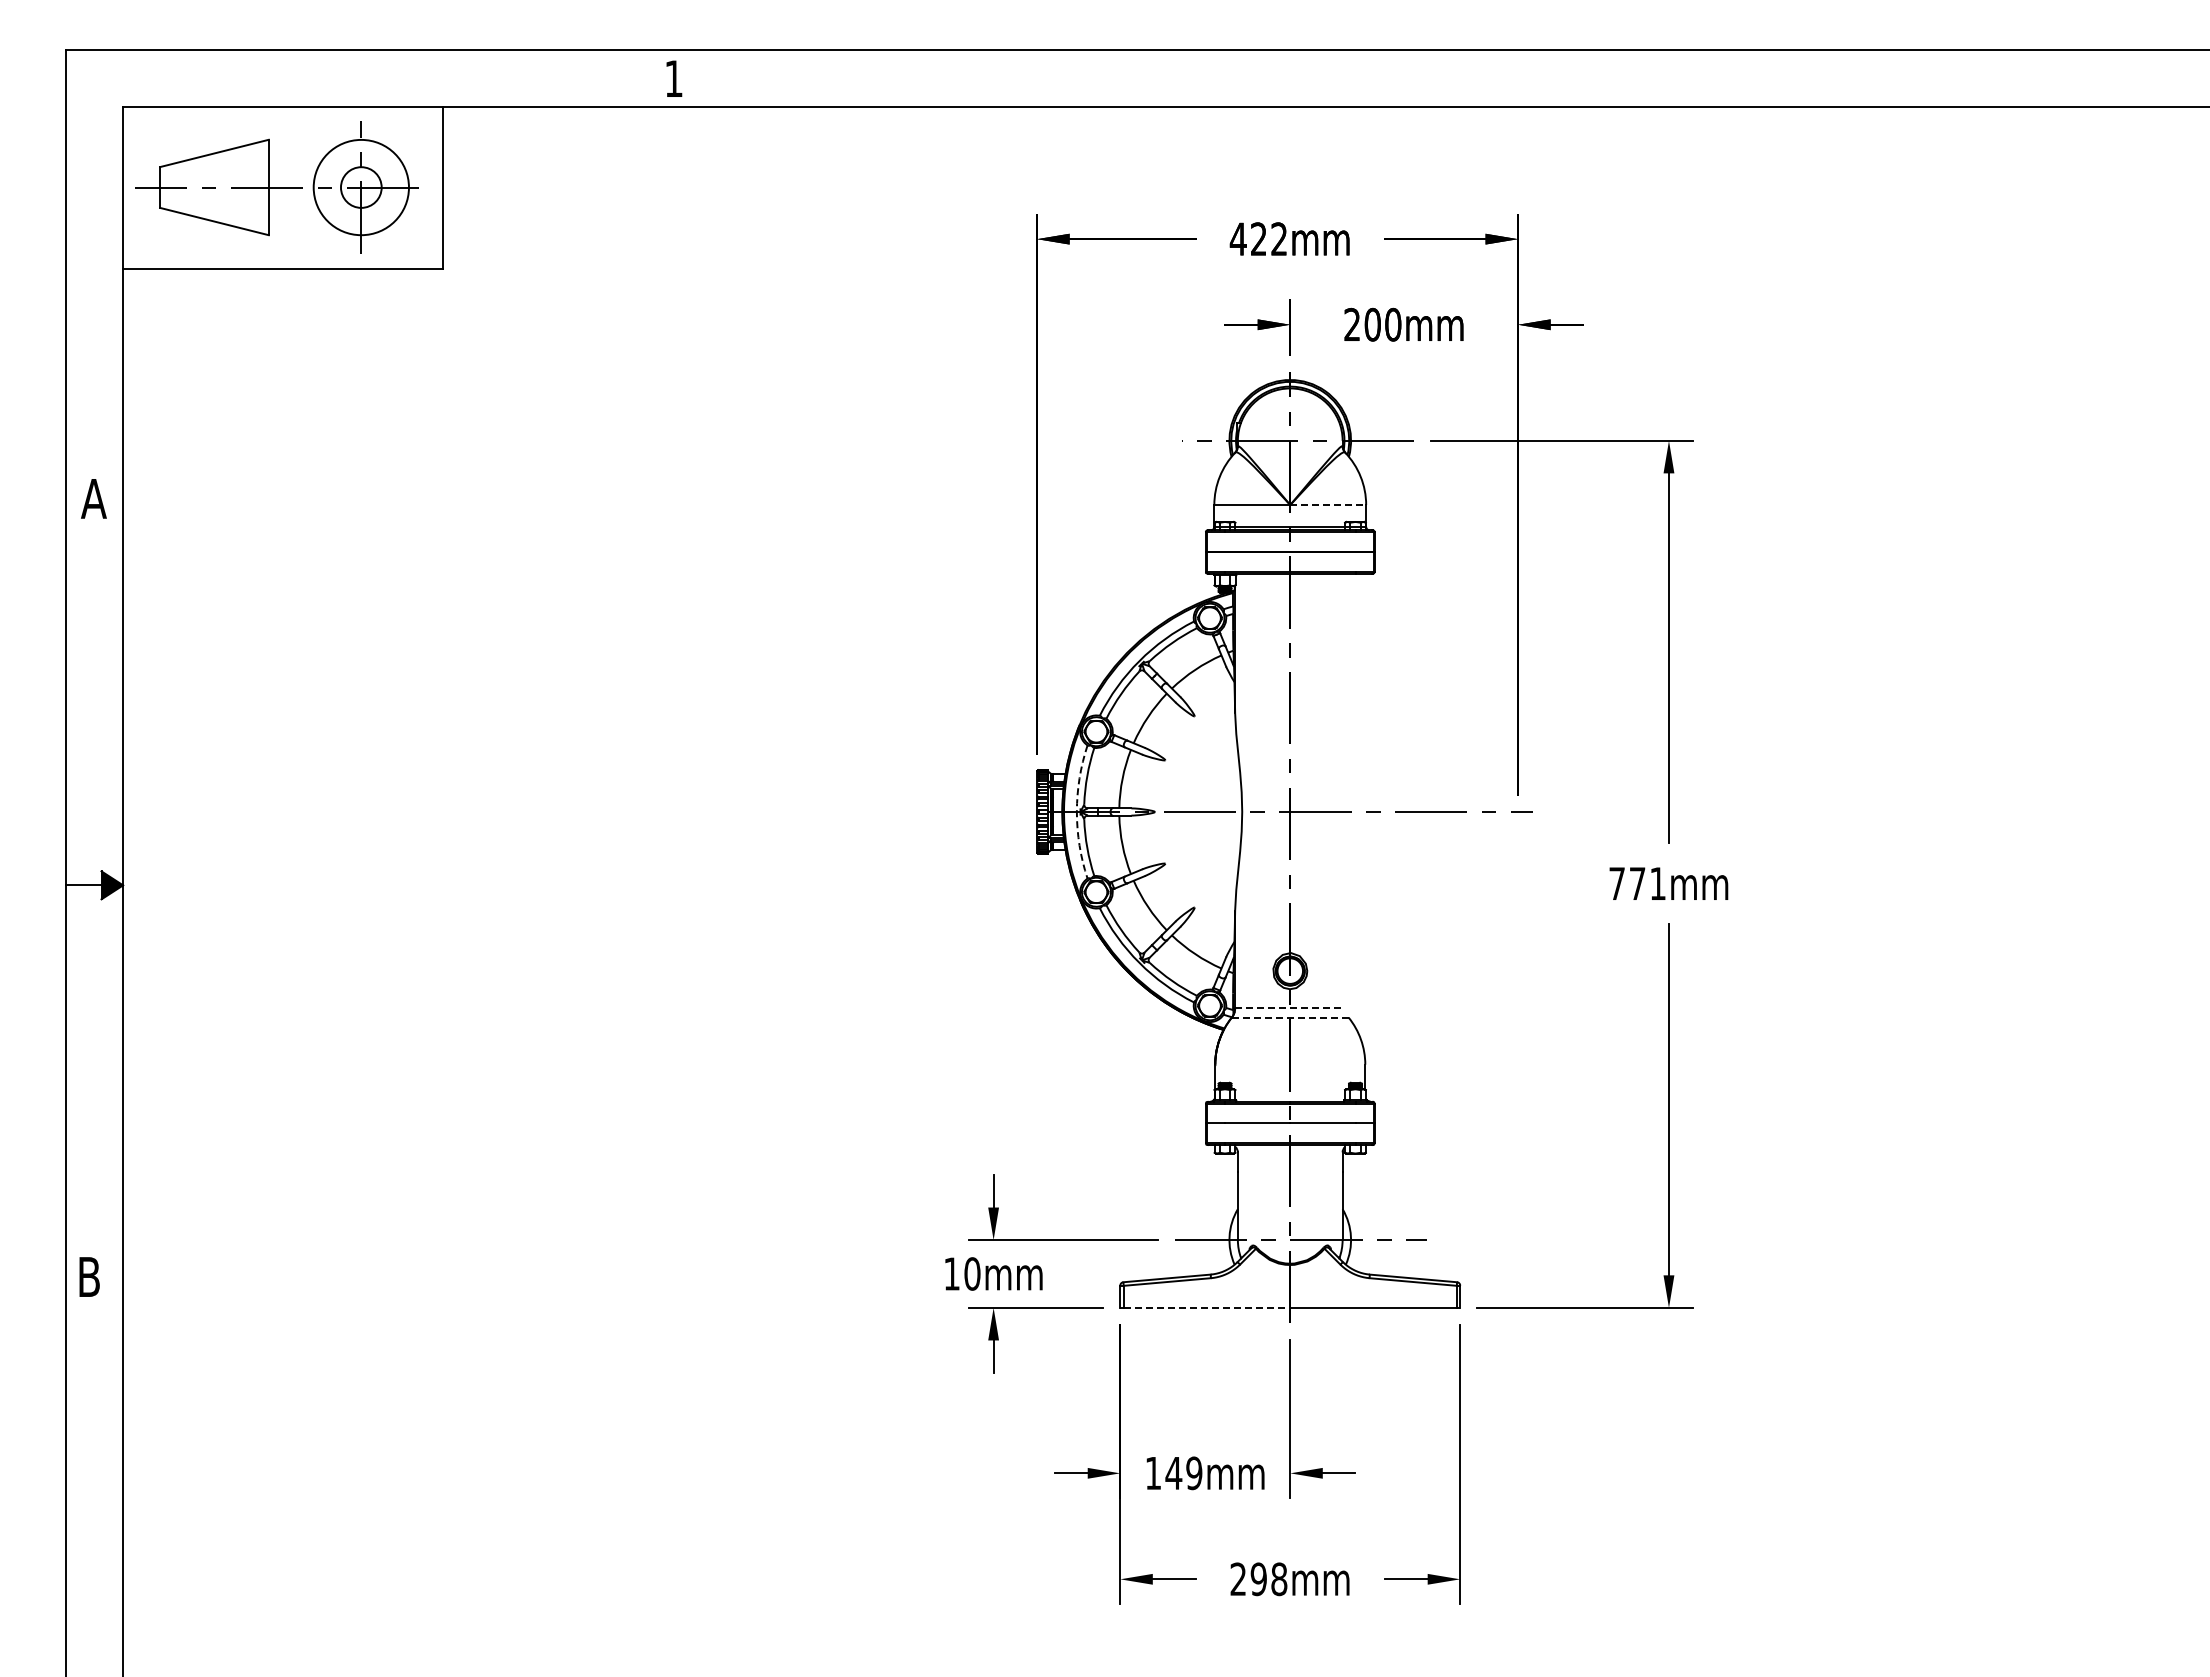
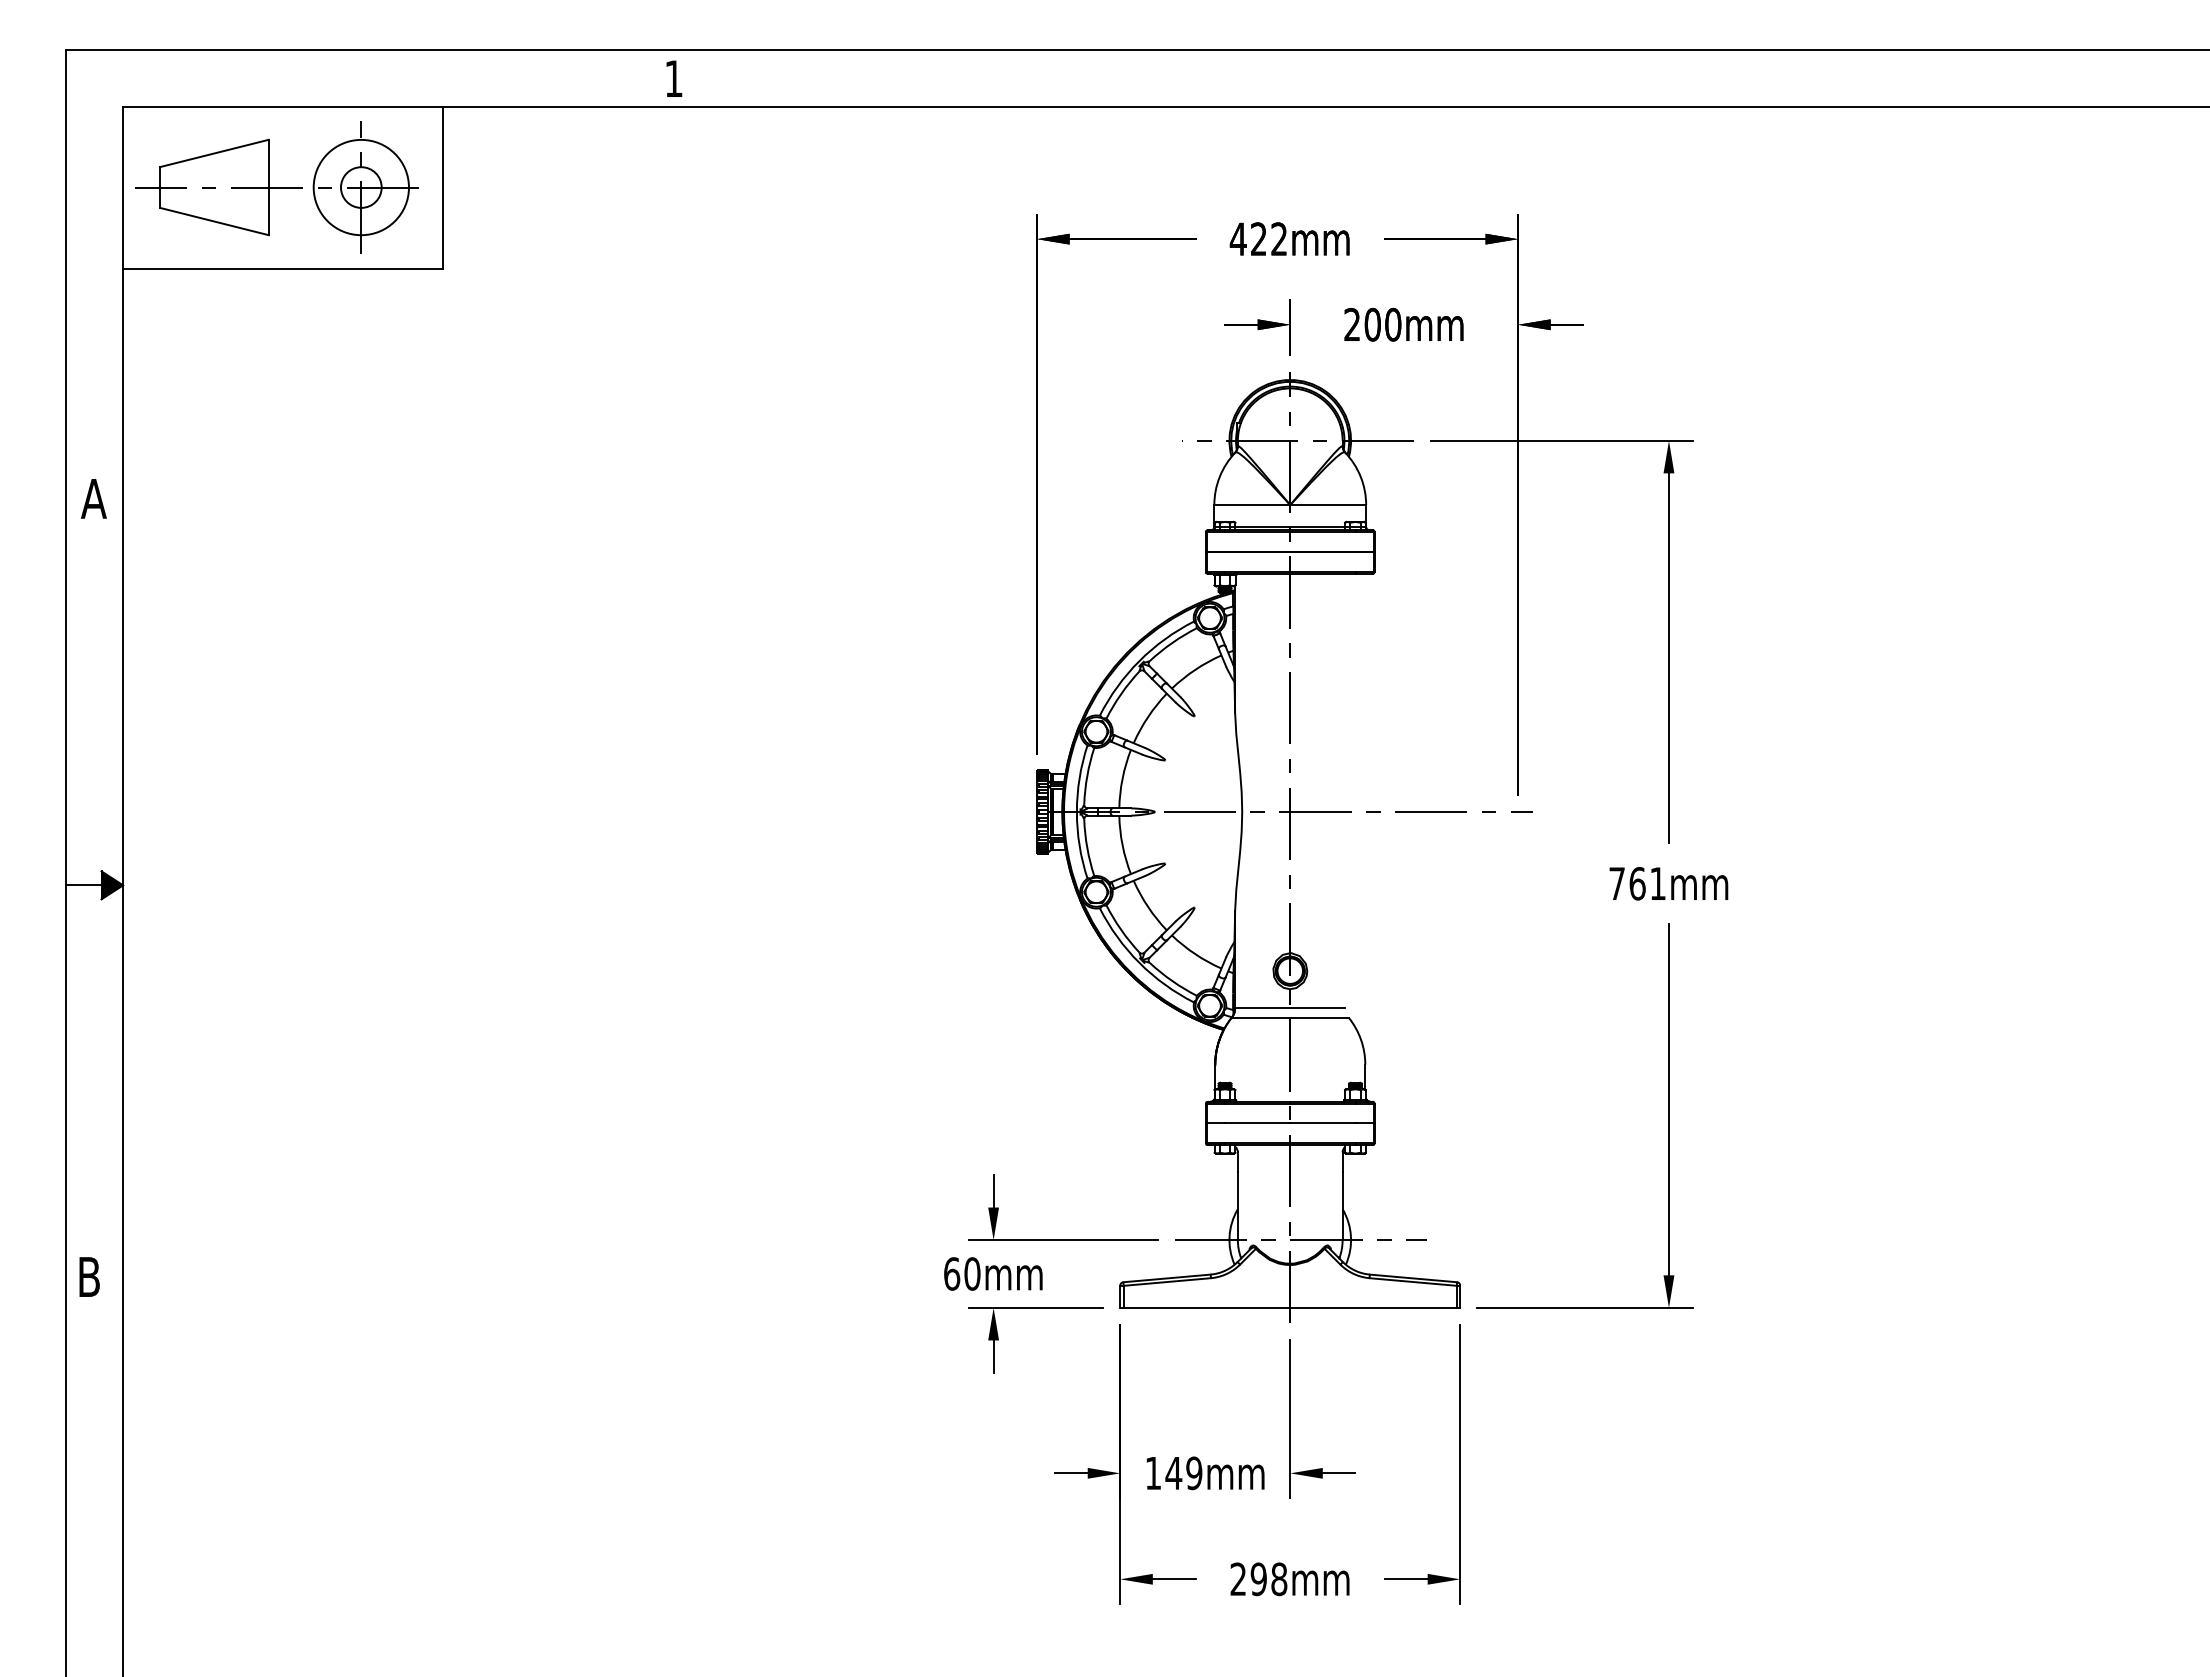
line at (1328, 505): dashed -> solid
arc at (1076, 812): dashed -> solid
text at (1637, 883): 771mm -> 761mm
line at (1290, 1008): dashed -> solid
line at (1289, 1017): dashed -> solid
text at (952, 1273): 10mm -> 60mm
line at (1207, 1307): dashed -> solid
